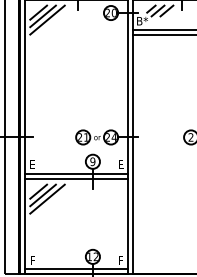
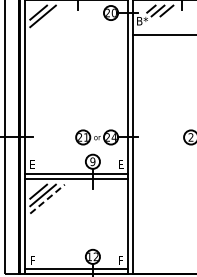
line at (47, 19): present -> none
line at (163, 29): present -> none
line at (47, 199): solid -> dashed
